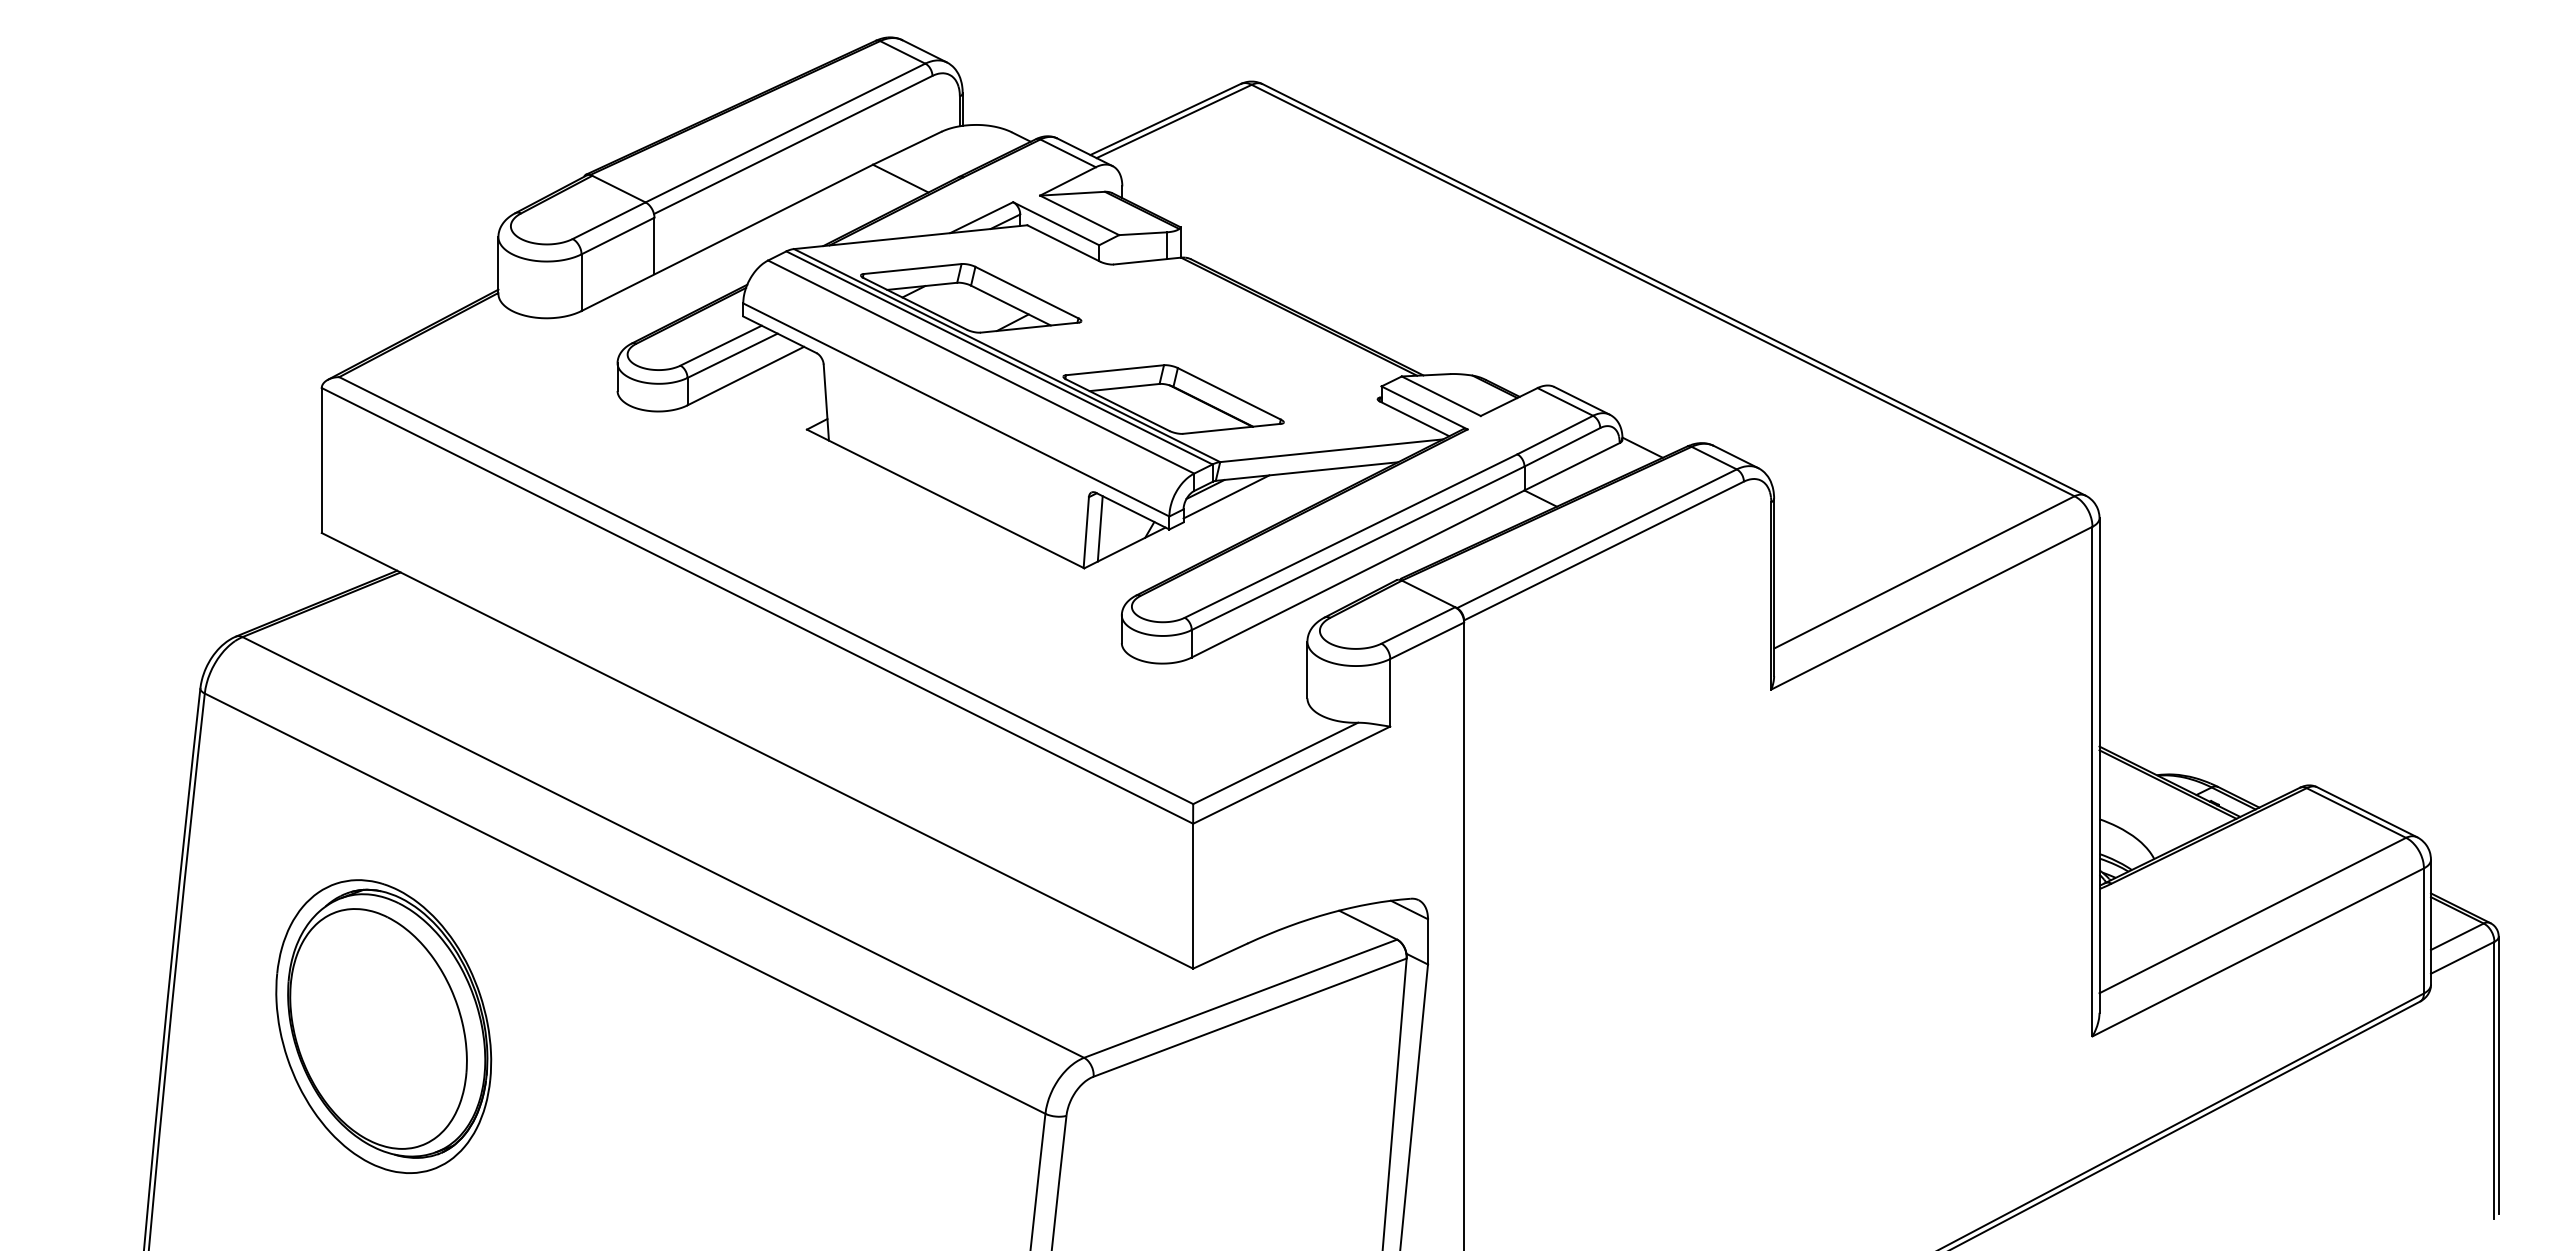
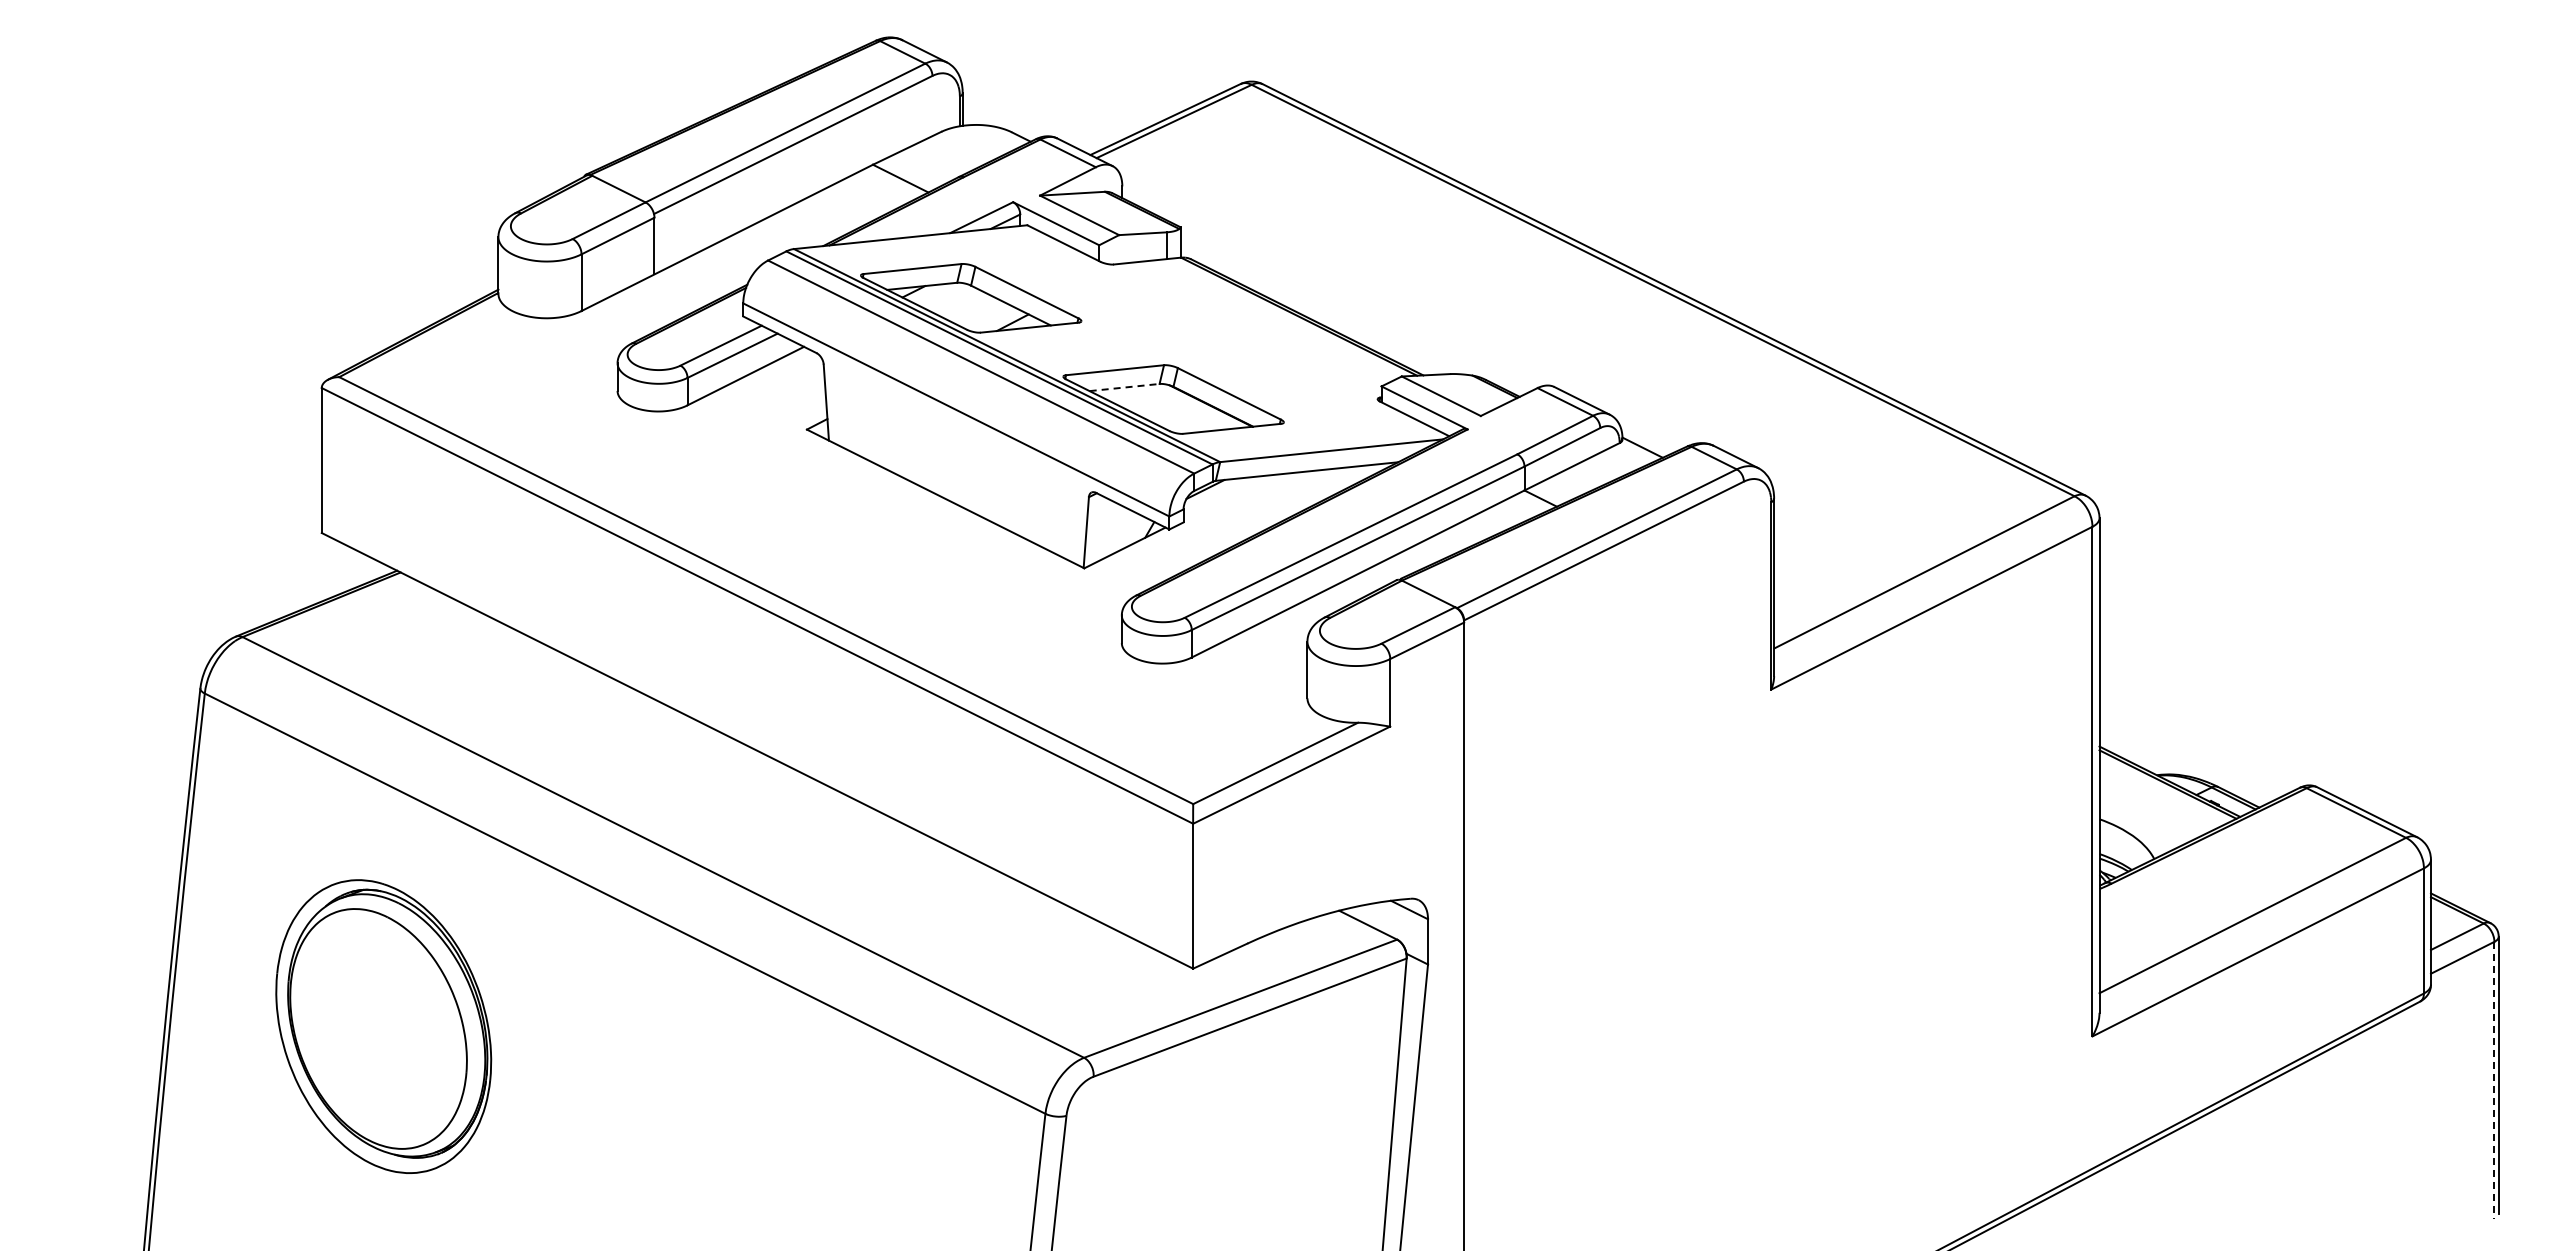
line at (1125, 387): solid -> dashed
line at (1226, 496): present -> none
line at (1099, 528): present -> none
line at (2494, 1080): solid -> dashed
